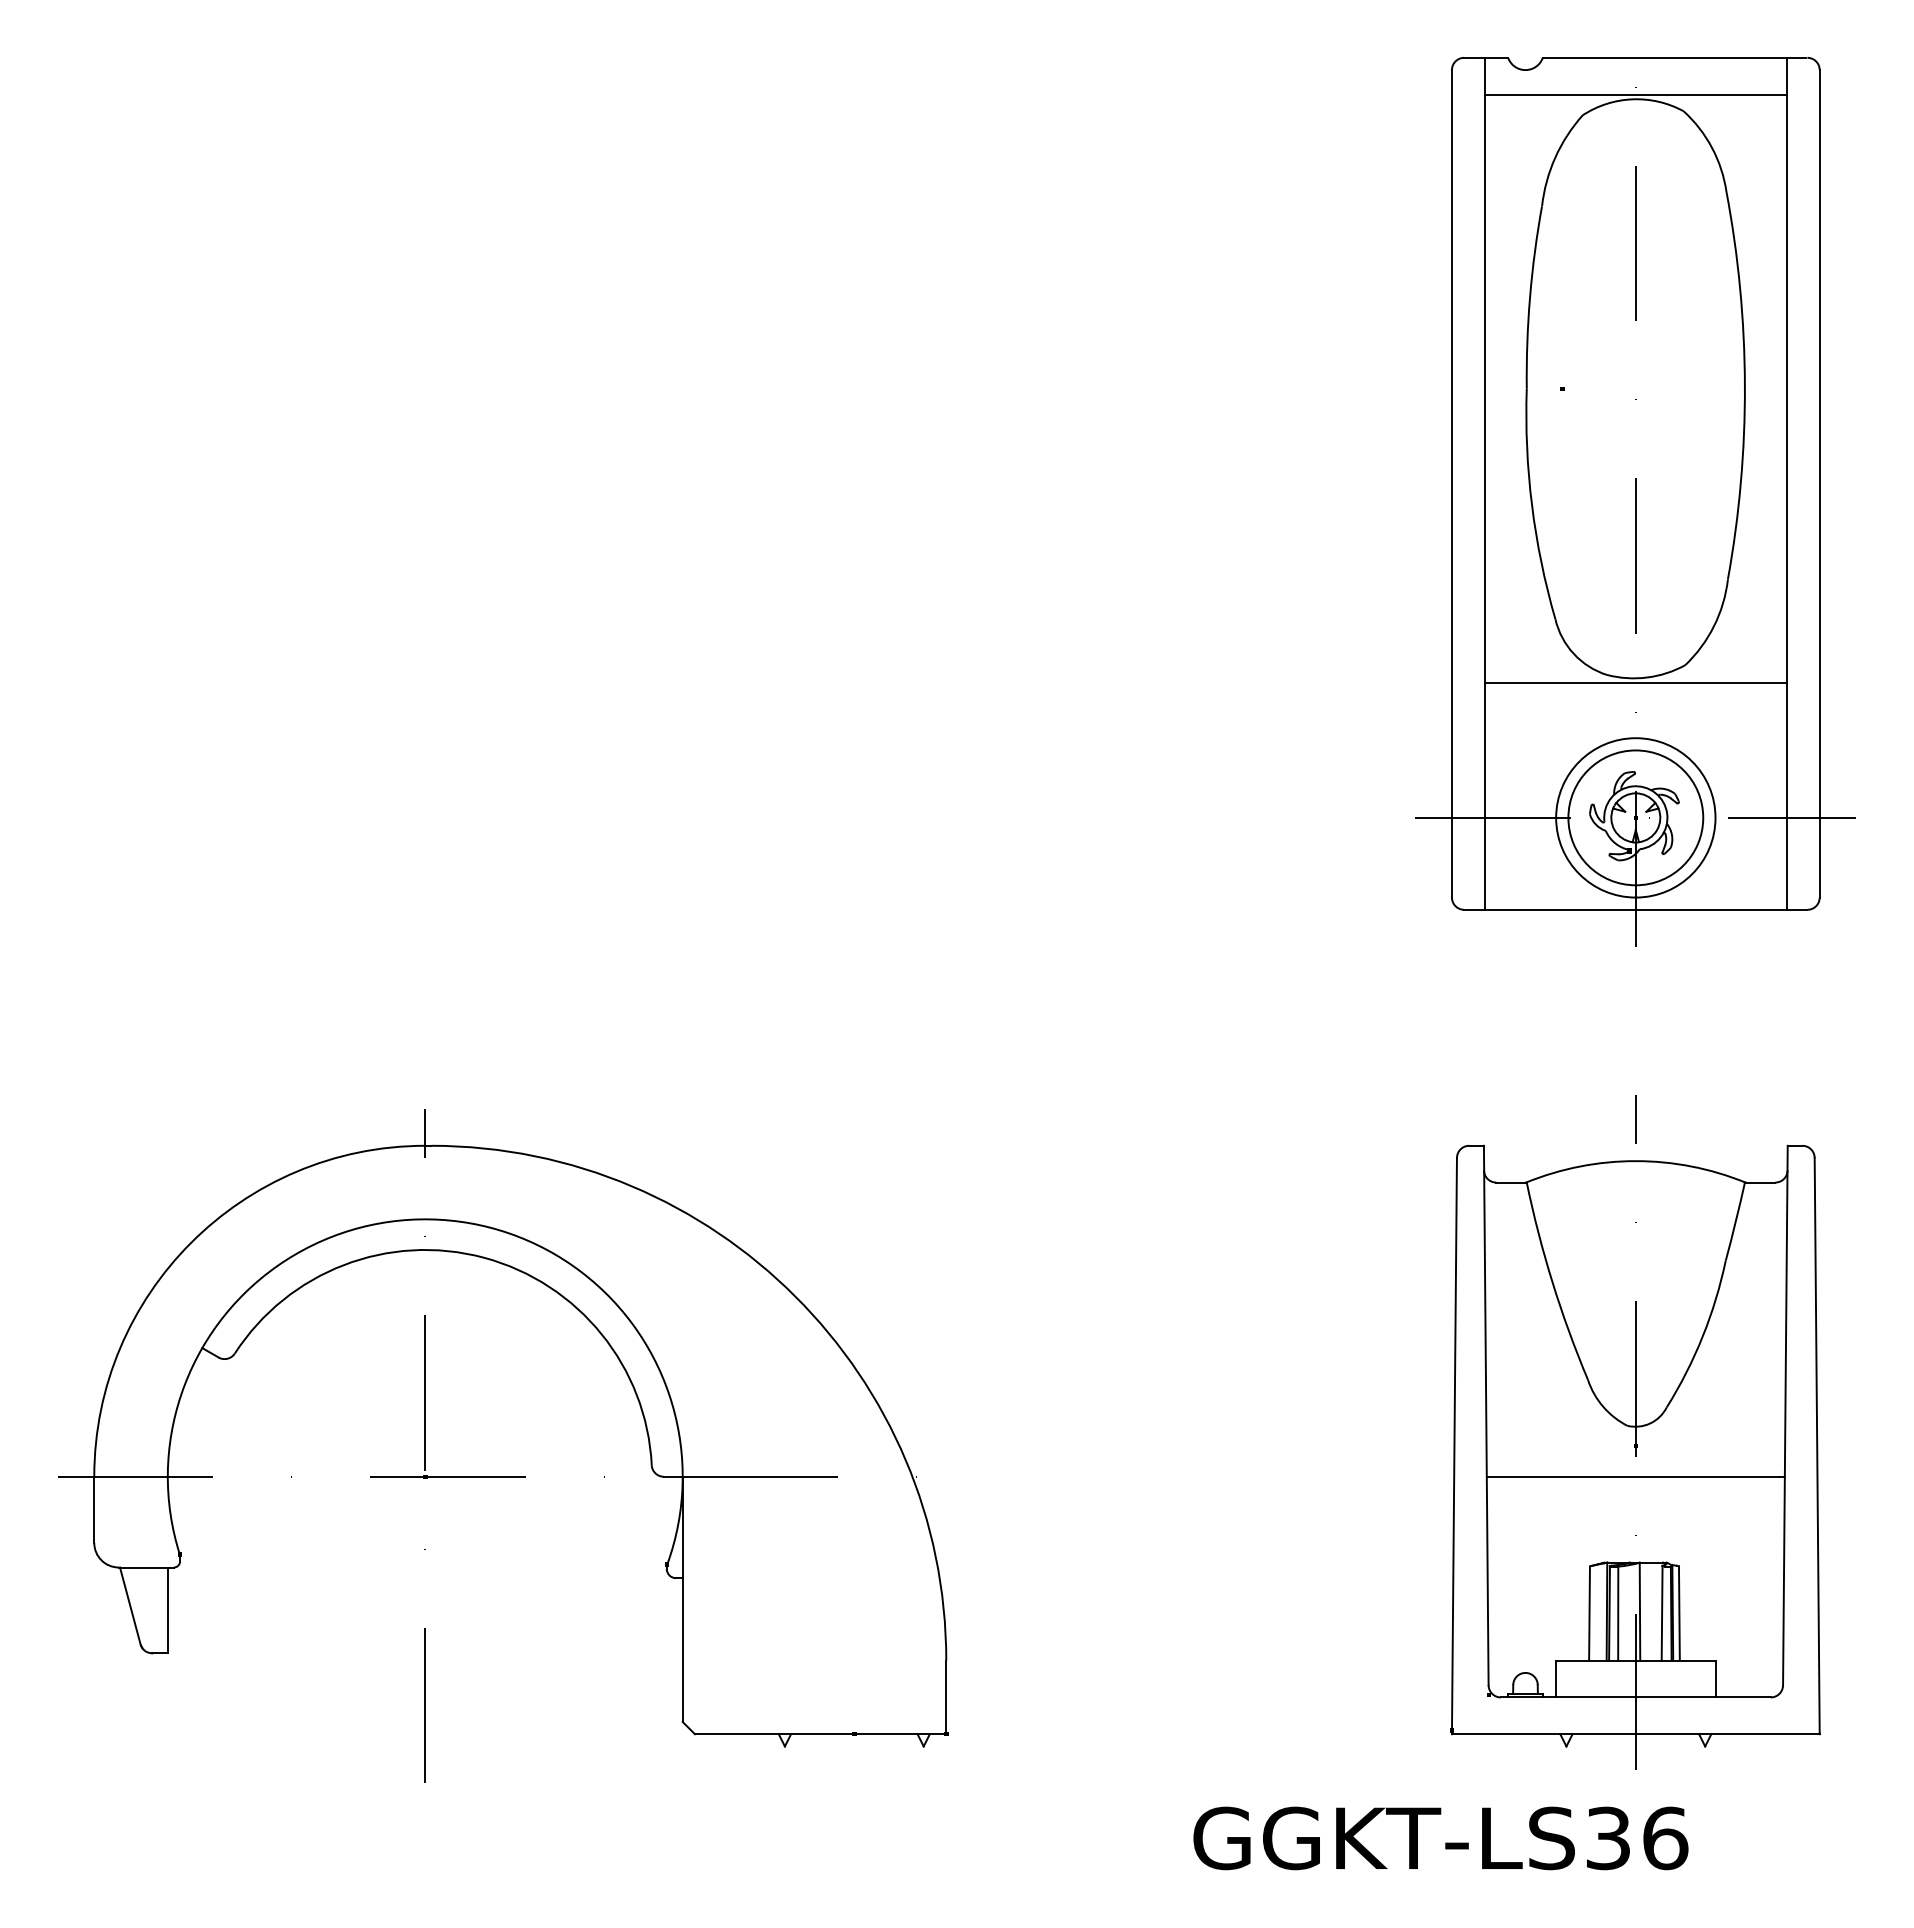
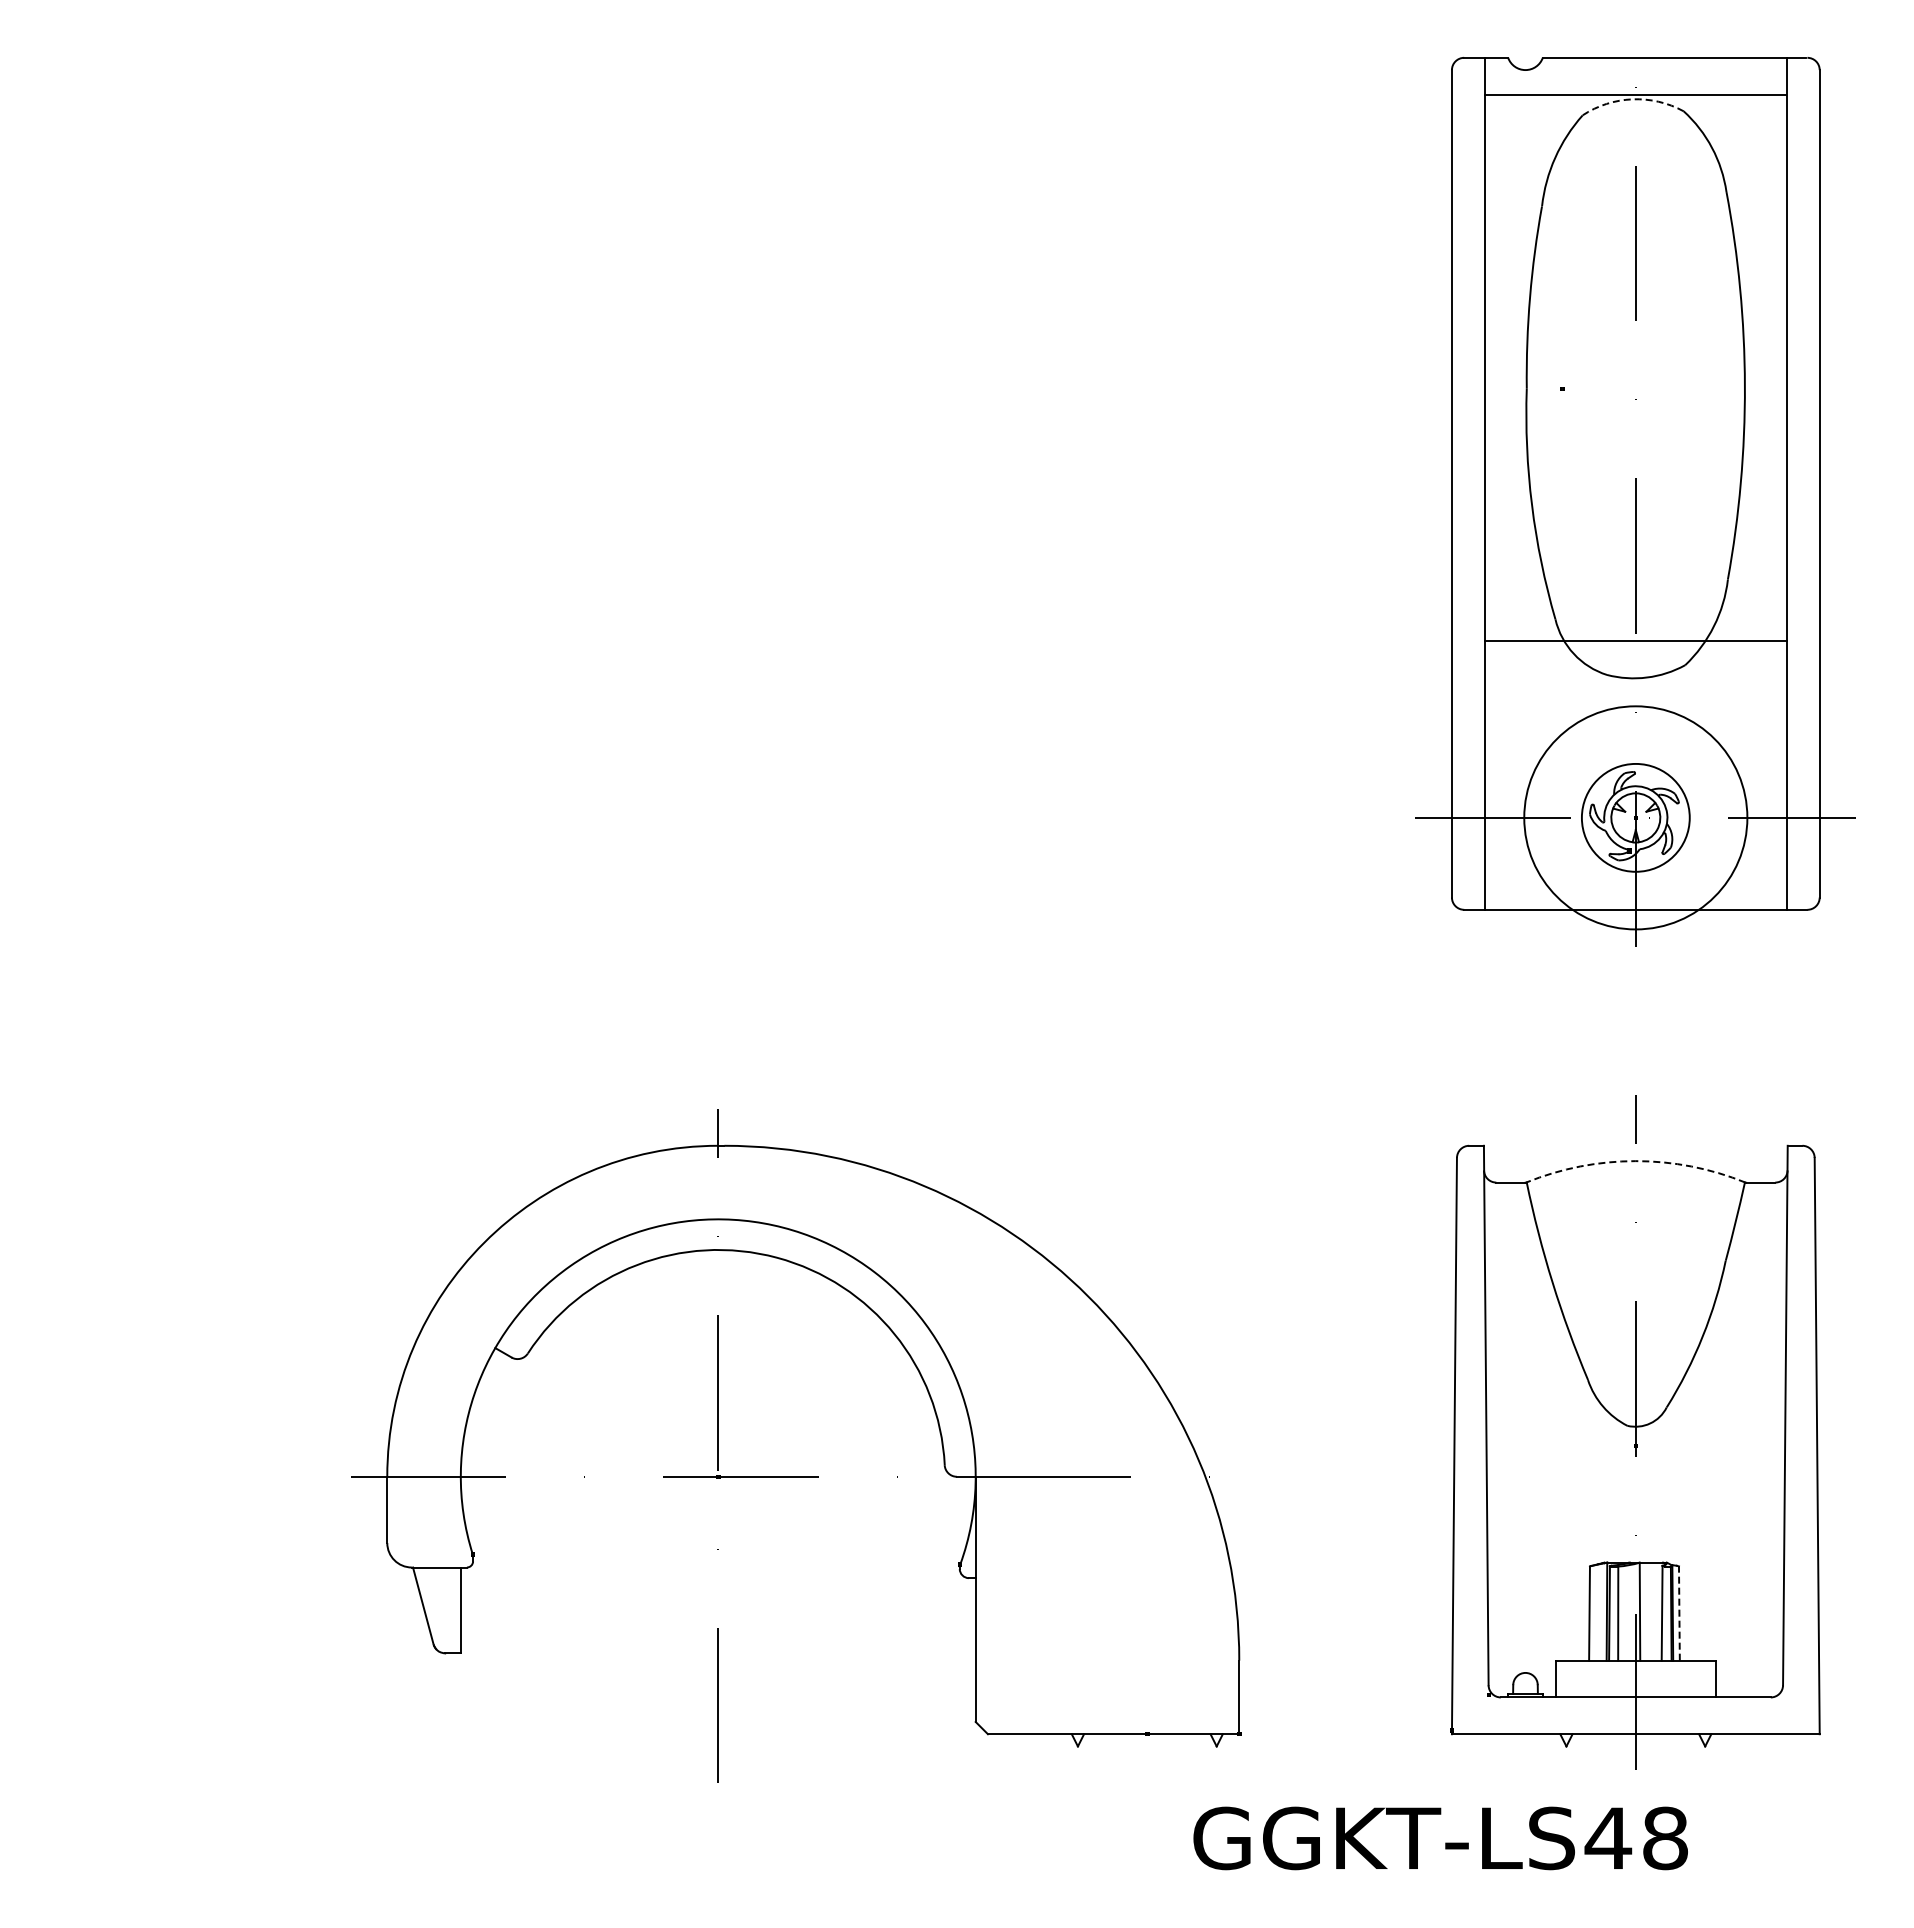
arc at (1632, 99): solid -> dashed
line at (1635, 683) position: (1635, 683) -> (1635, 641)
circle at (1635, 817) diameter: 135 px -> 108 px
circle at (1635, 817) diameter: 159 px -> 223 px
arc at (1635, 1161): solid -> dashed
part at (503, 1476) position: (503, 1476) -> (796, 1476)
line at (1635, 1476): present -> none
line at (1679, 1613): solid -> dashed
text at (1636, 1838): GGKT-LS36 -> GGKT-LS48
